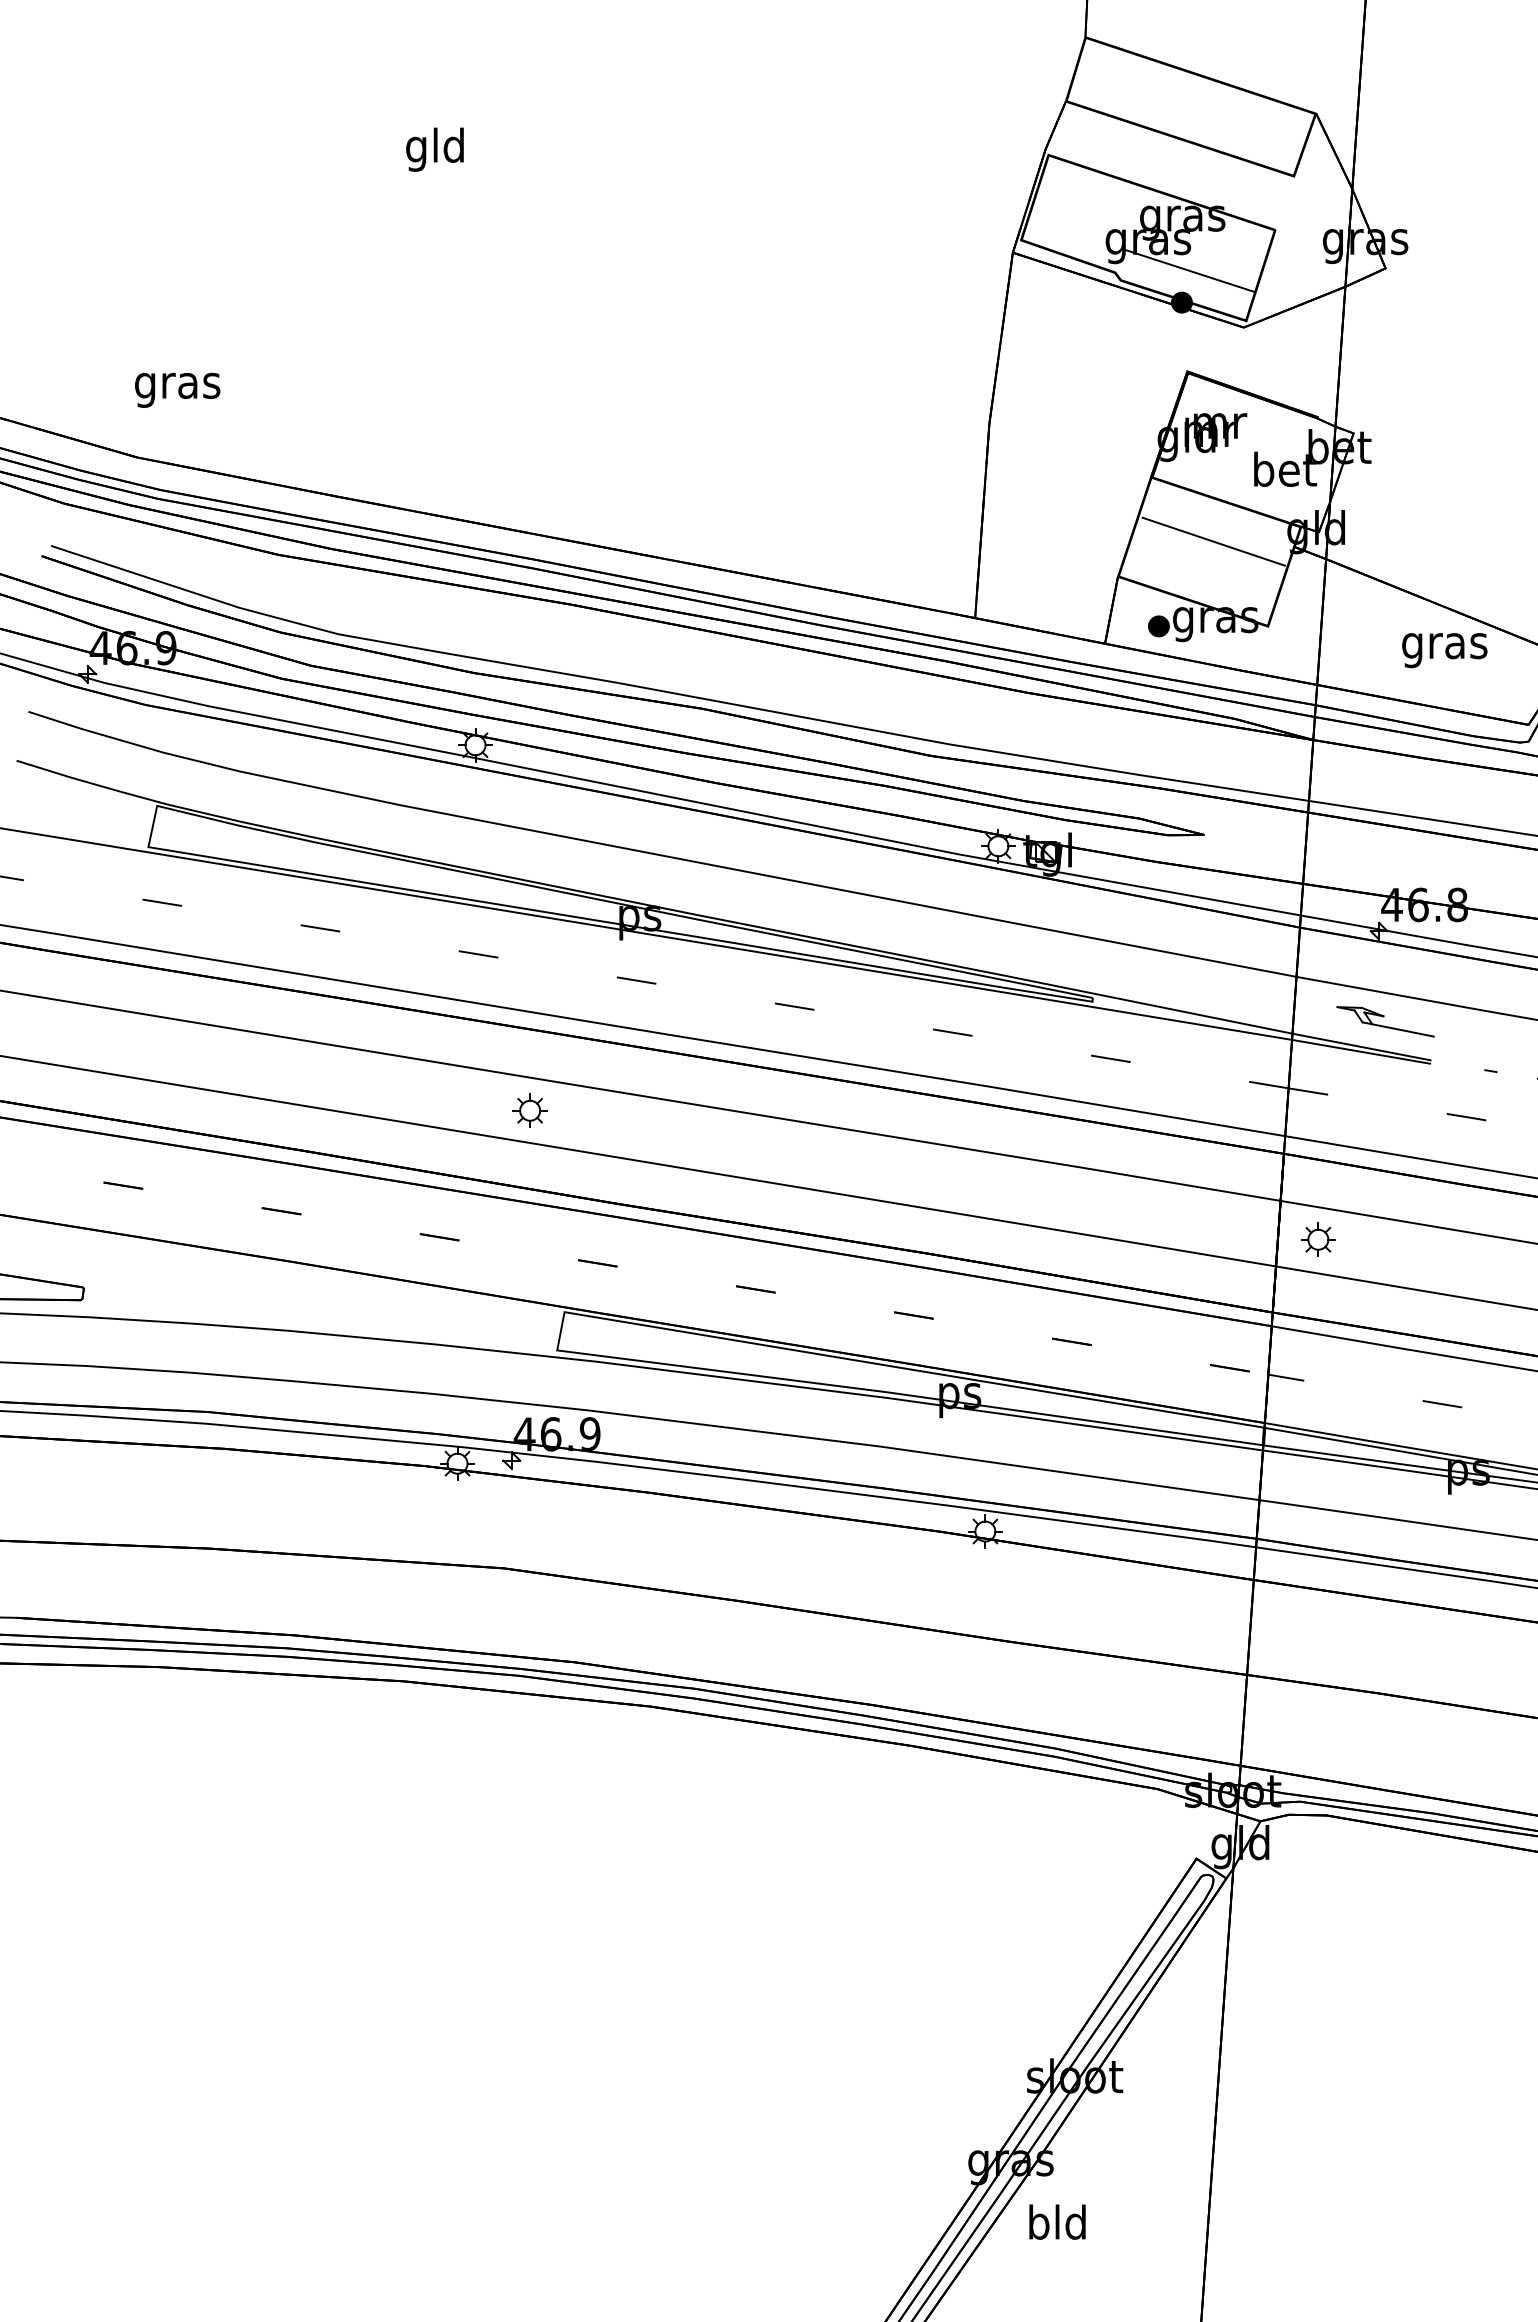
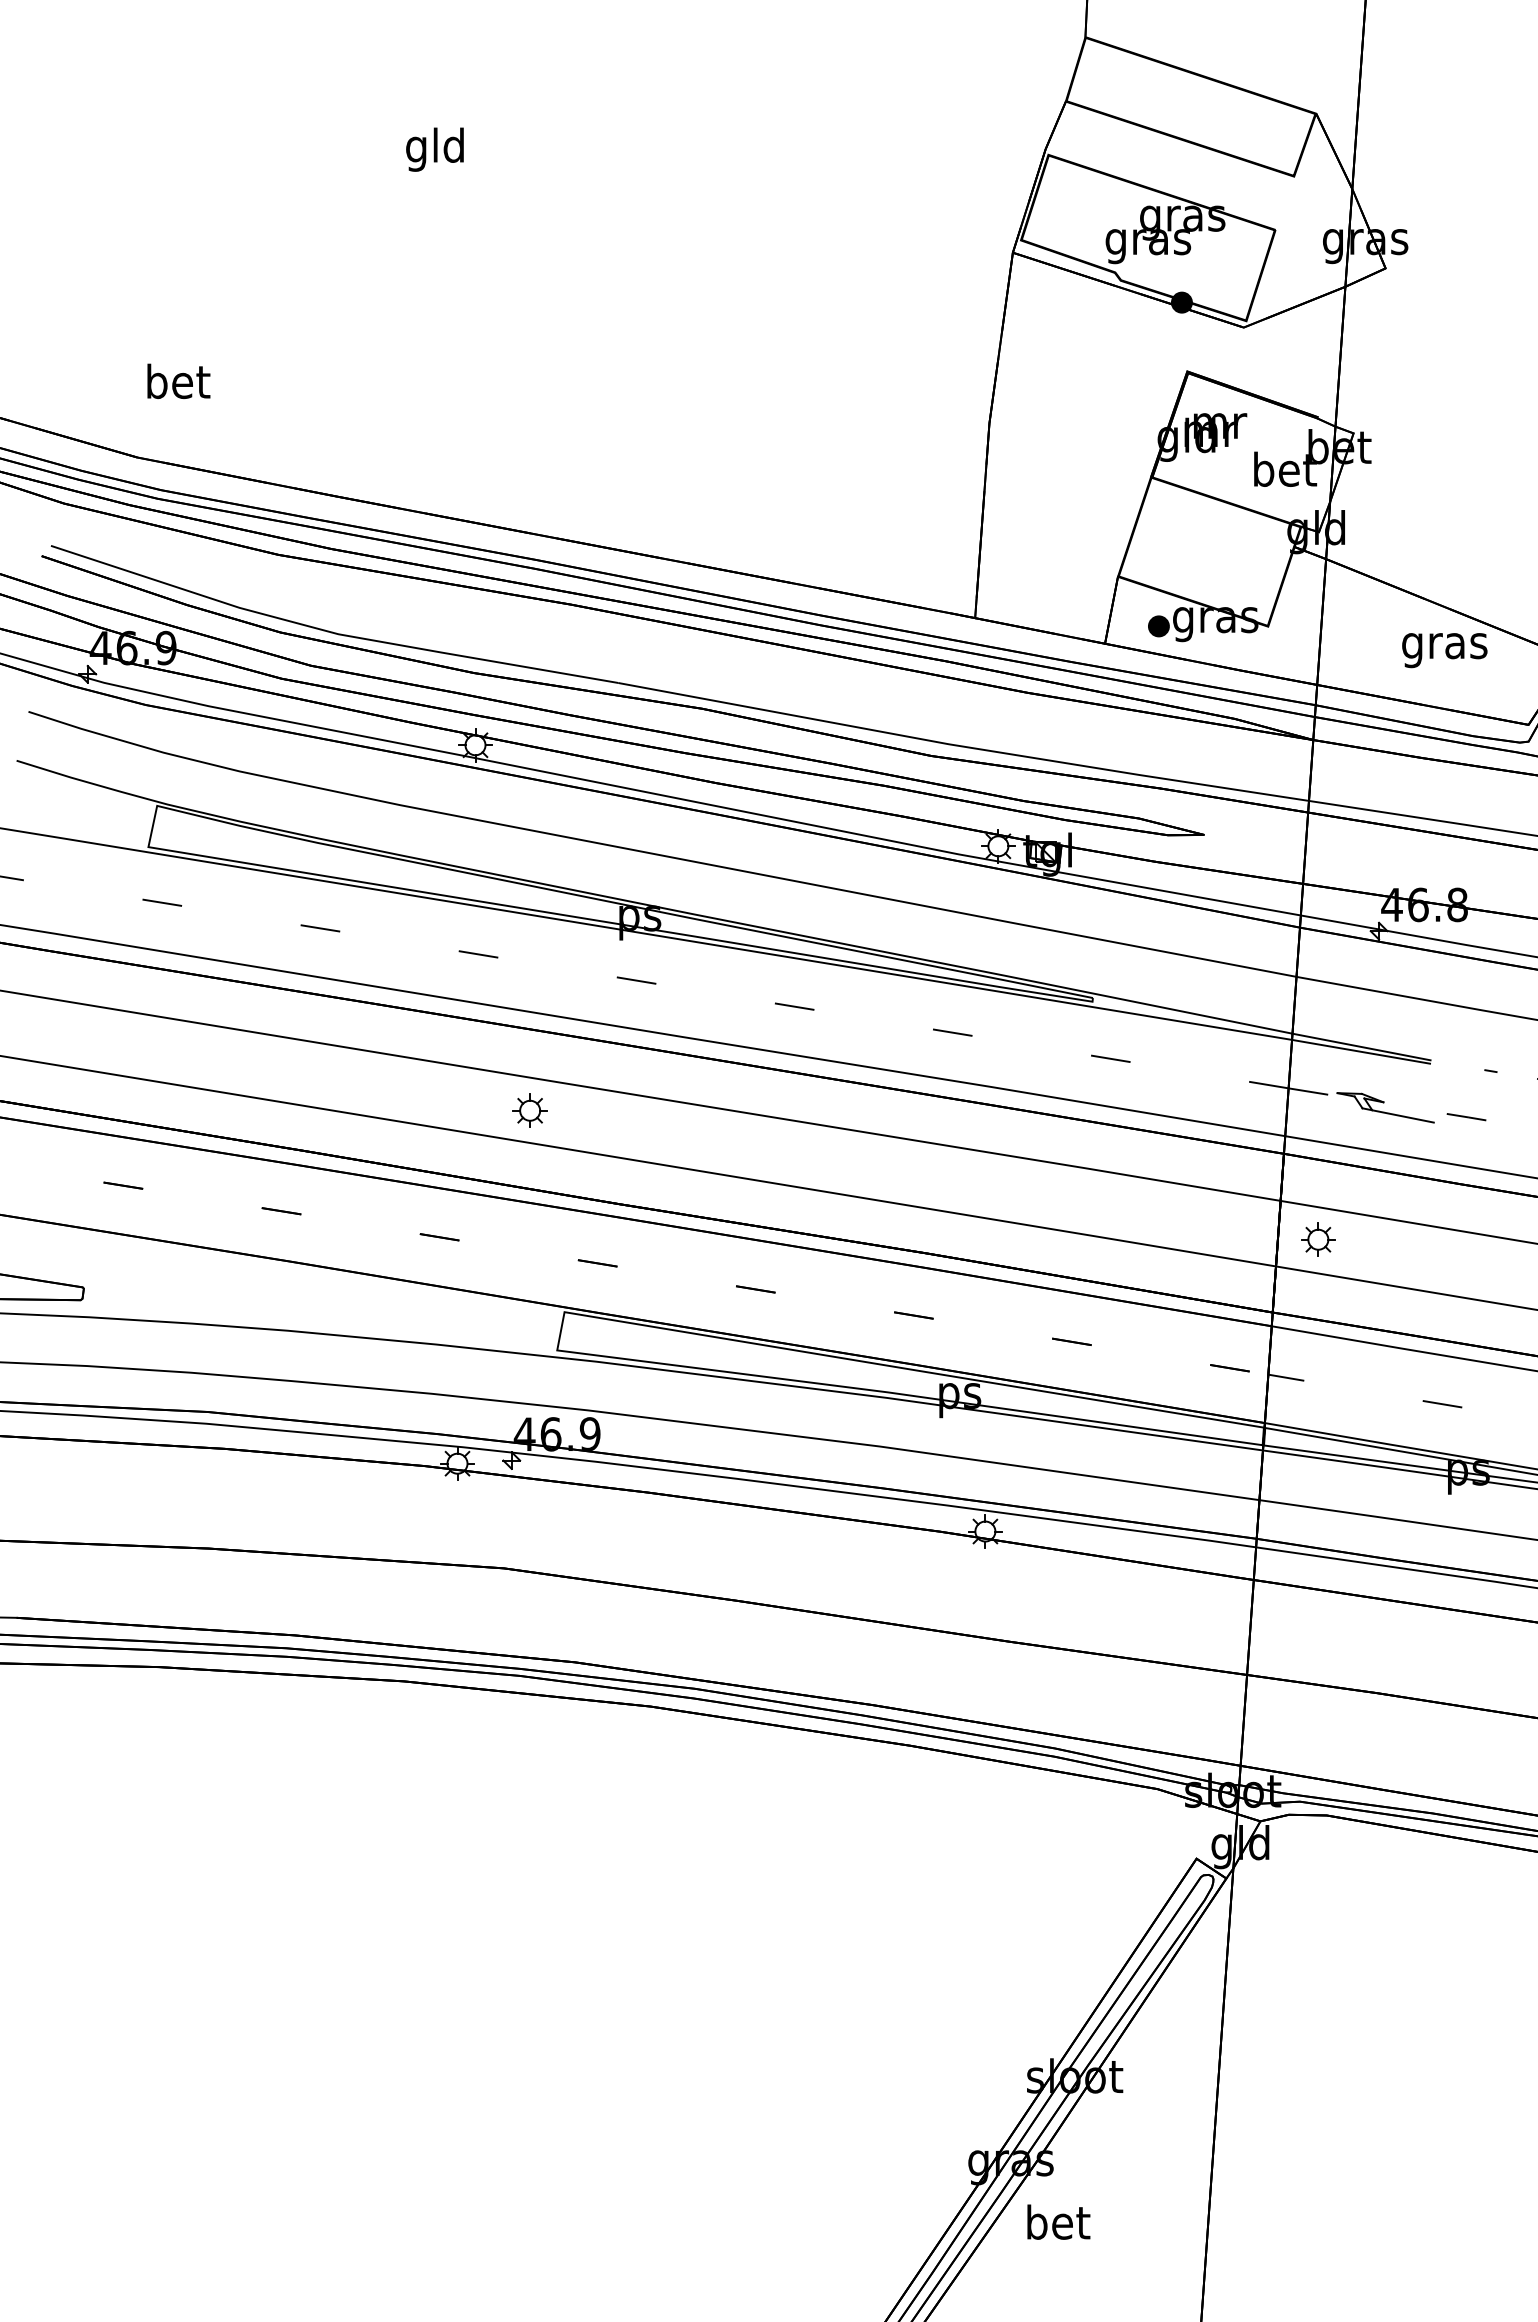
line at (1189, 270): present -> none
text at (177, 385): gras -> bet
line at (1213, 541): present -> none
part at (1385, 1021) position: (1385, 1021) -> (1385, 1107)
text at (1058, 2221): bld -> bet
